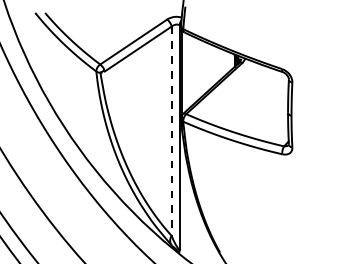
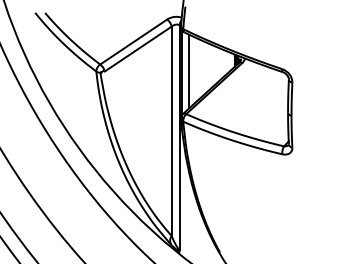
line at (189, 71): none -> present
line at (171, 131): dashed -> solid
